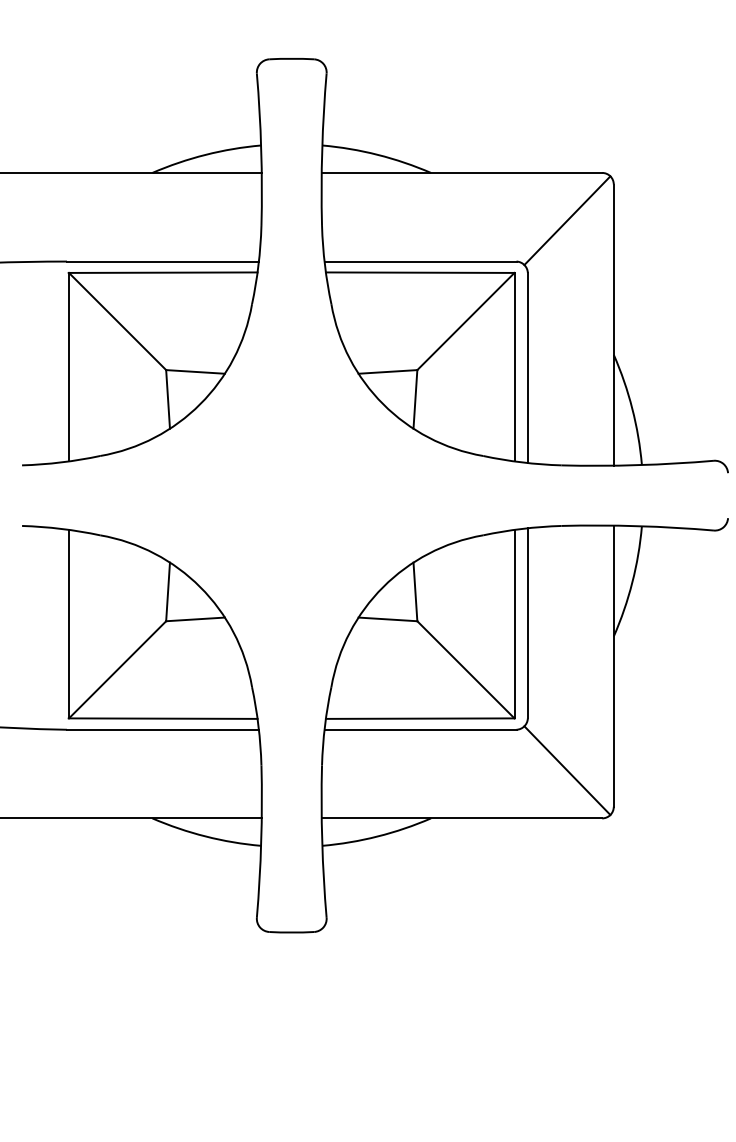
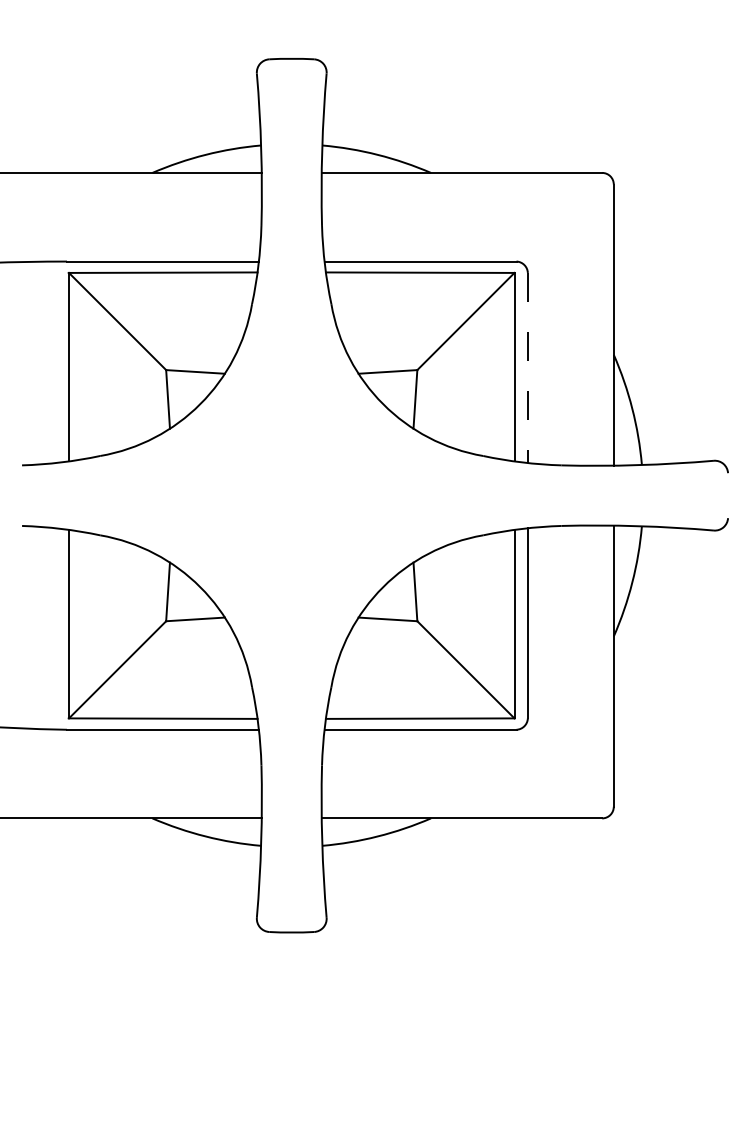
line at (567, 220): present -> none
line at (527, 368): solid -> dashed
line at (567, 770): present -> none
